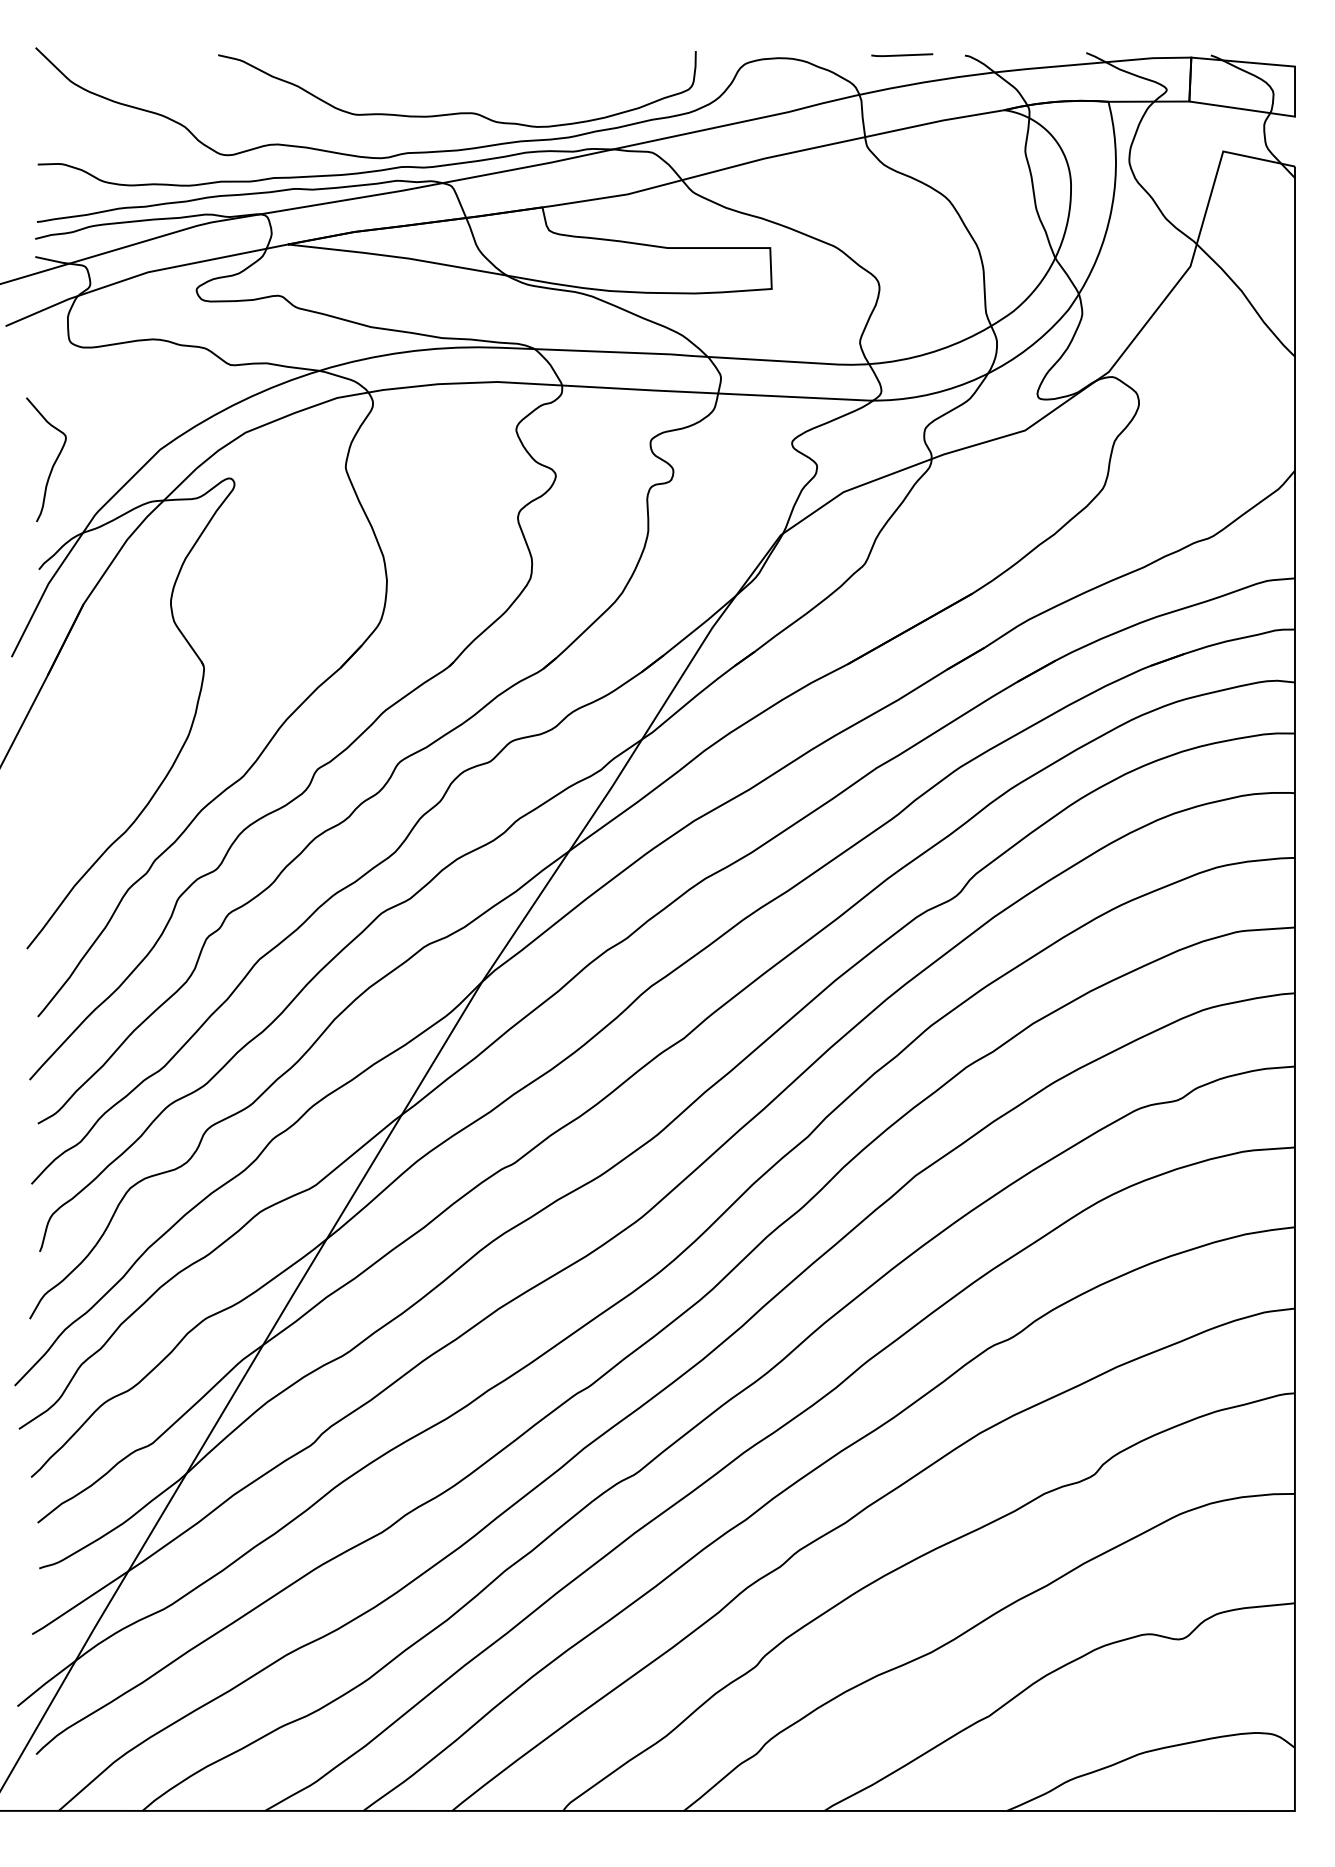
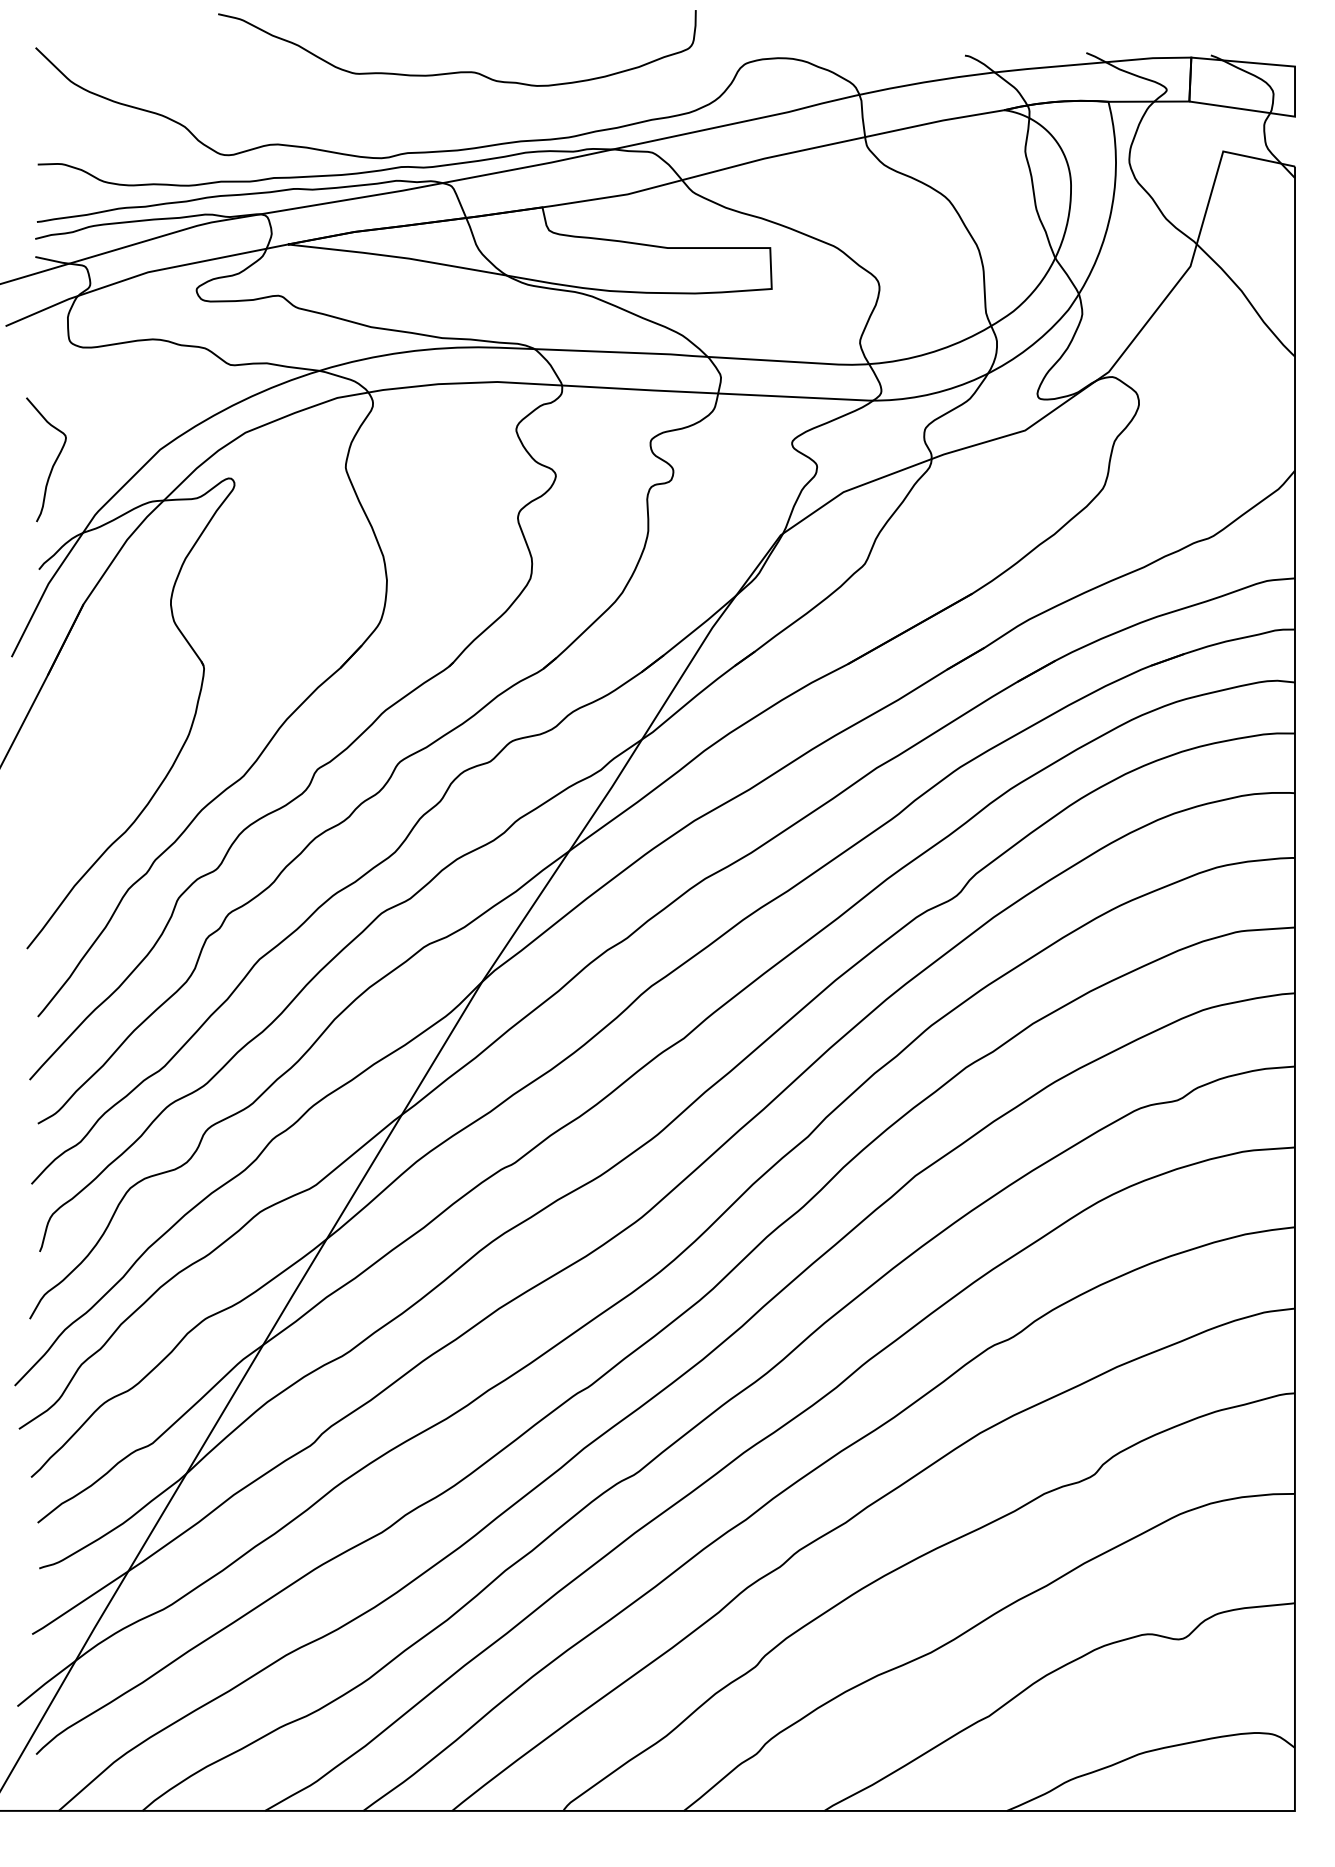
line at (902, 54): present -> none
curve at (457, 112) position: (457, 112) -> (457, 71)
